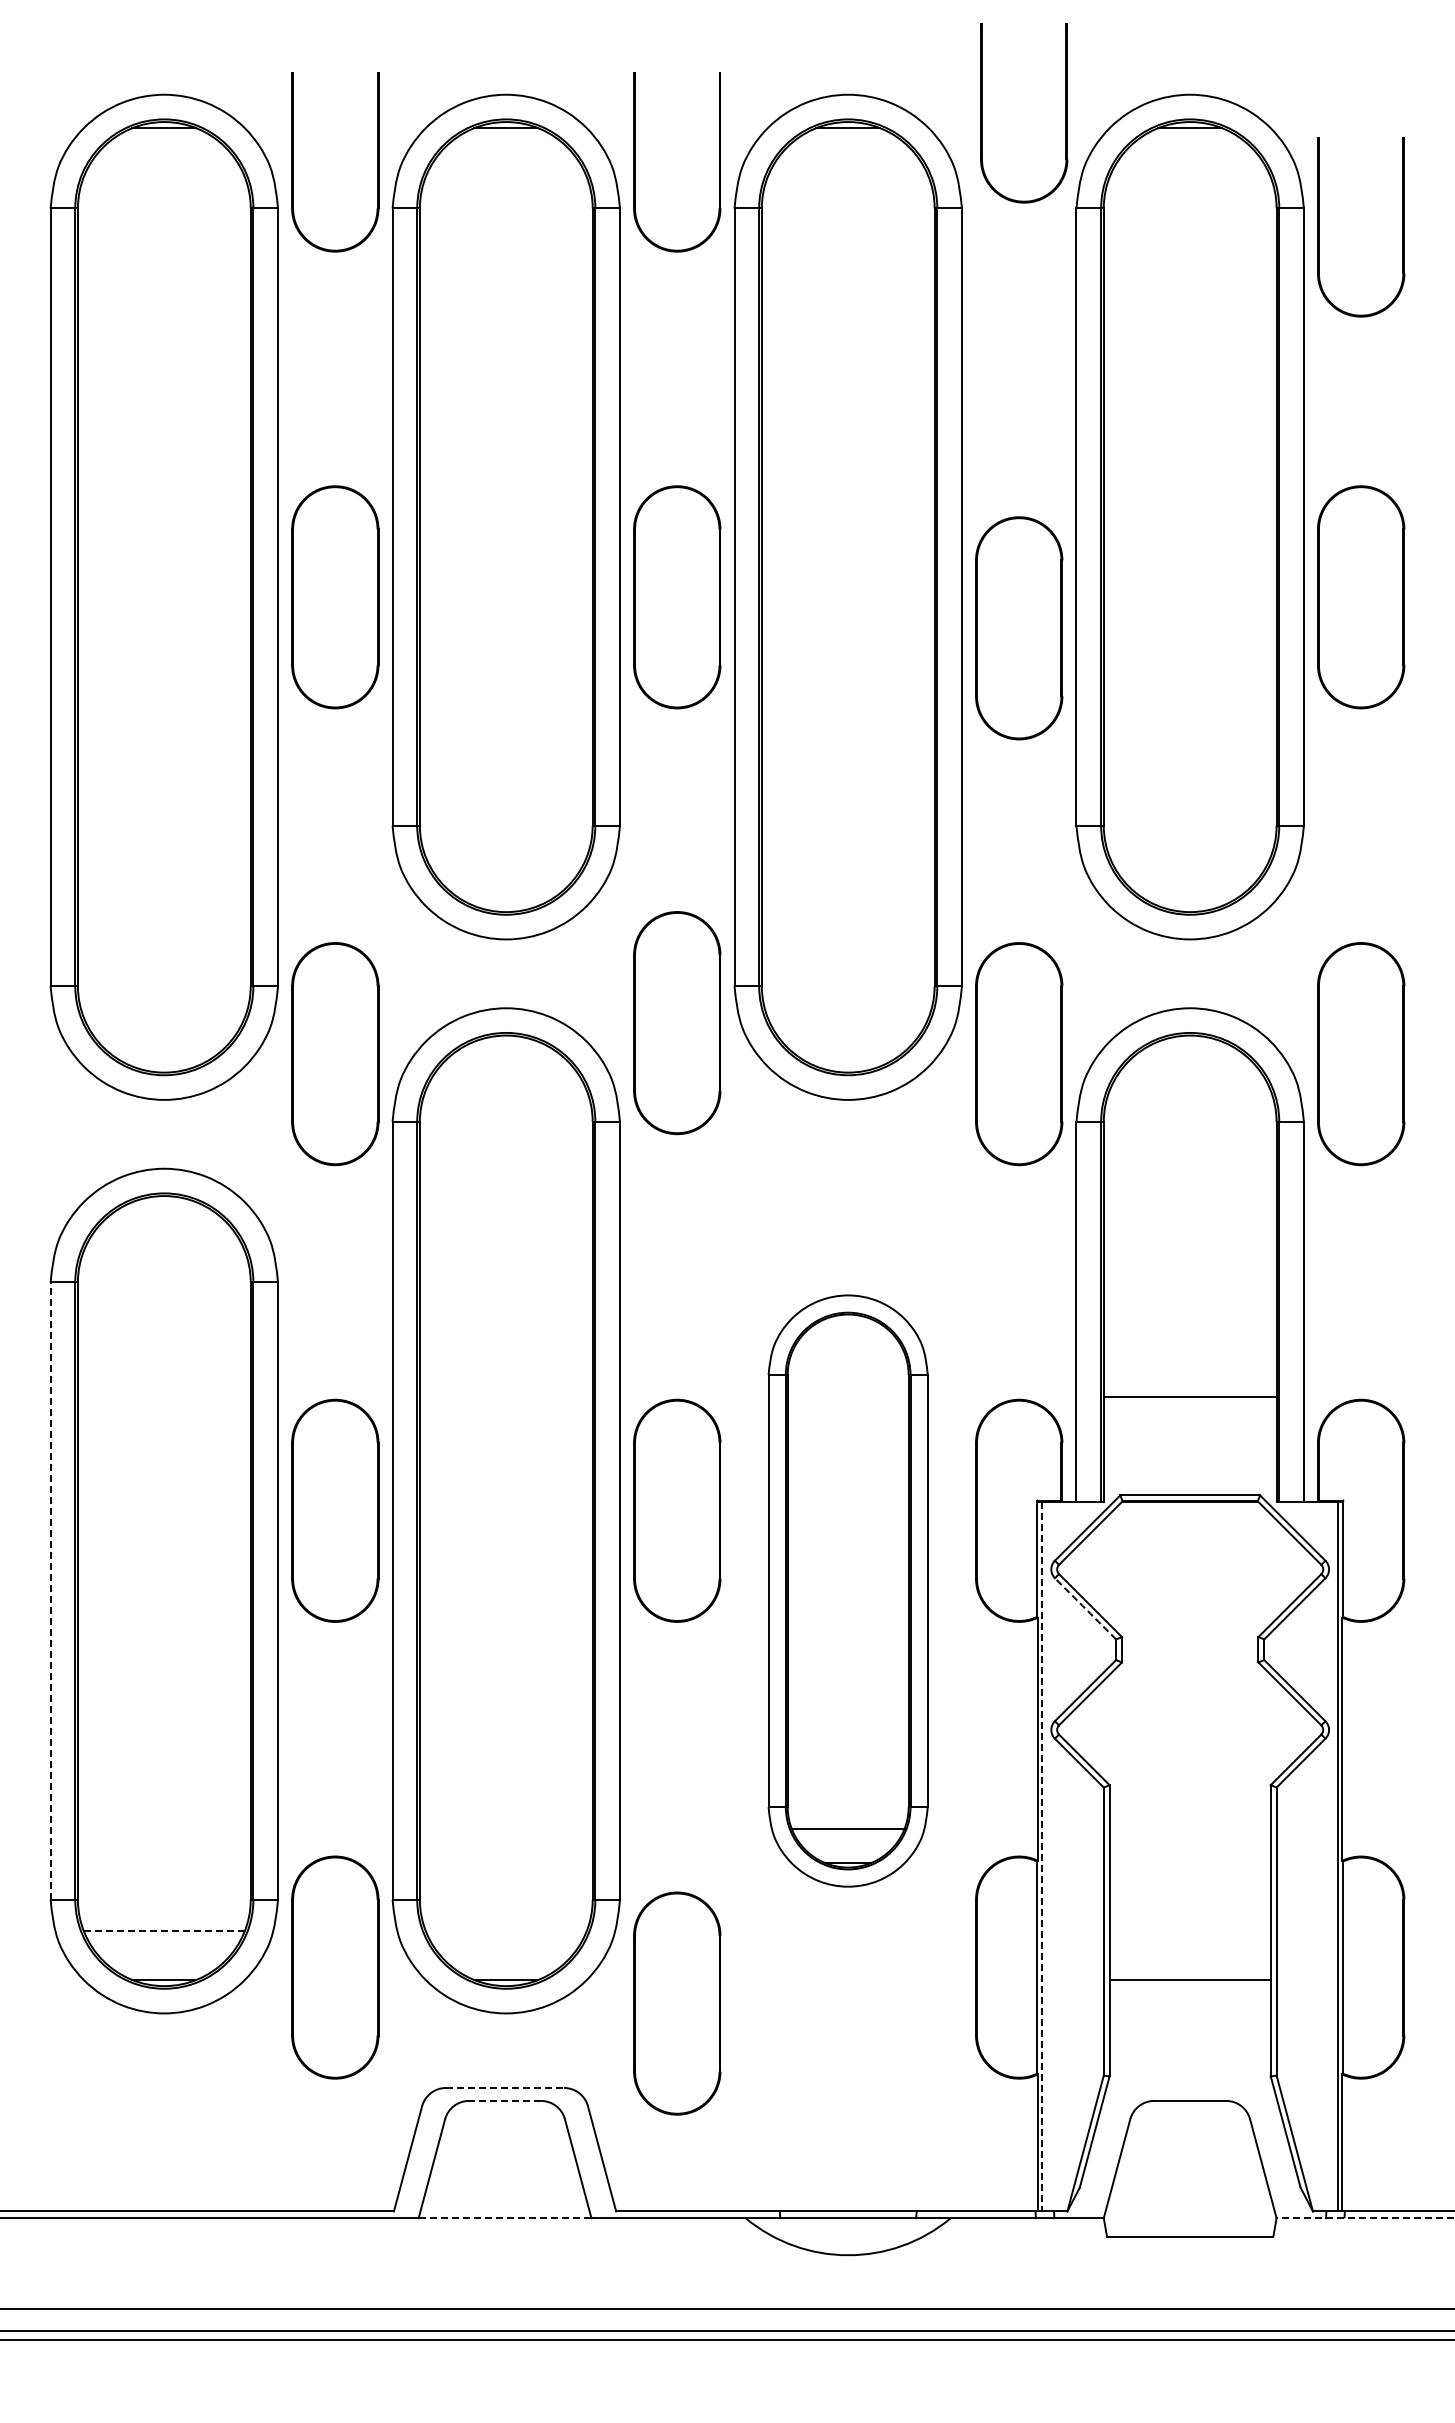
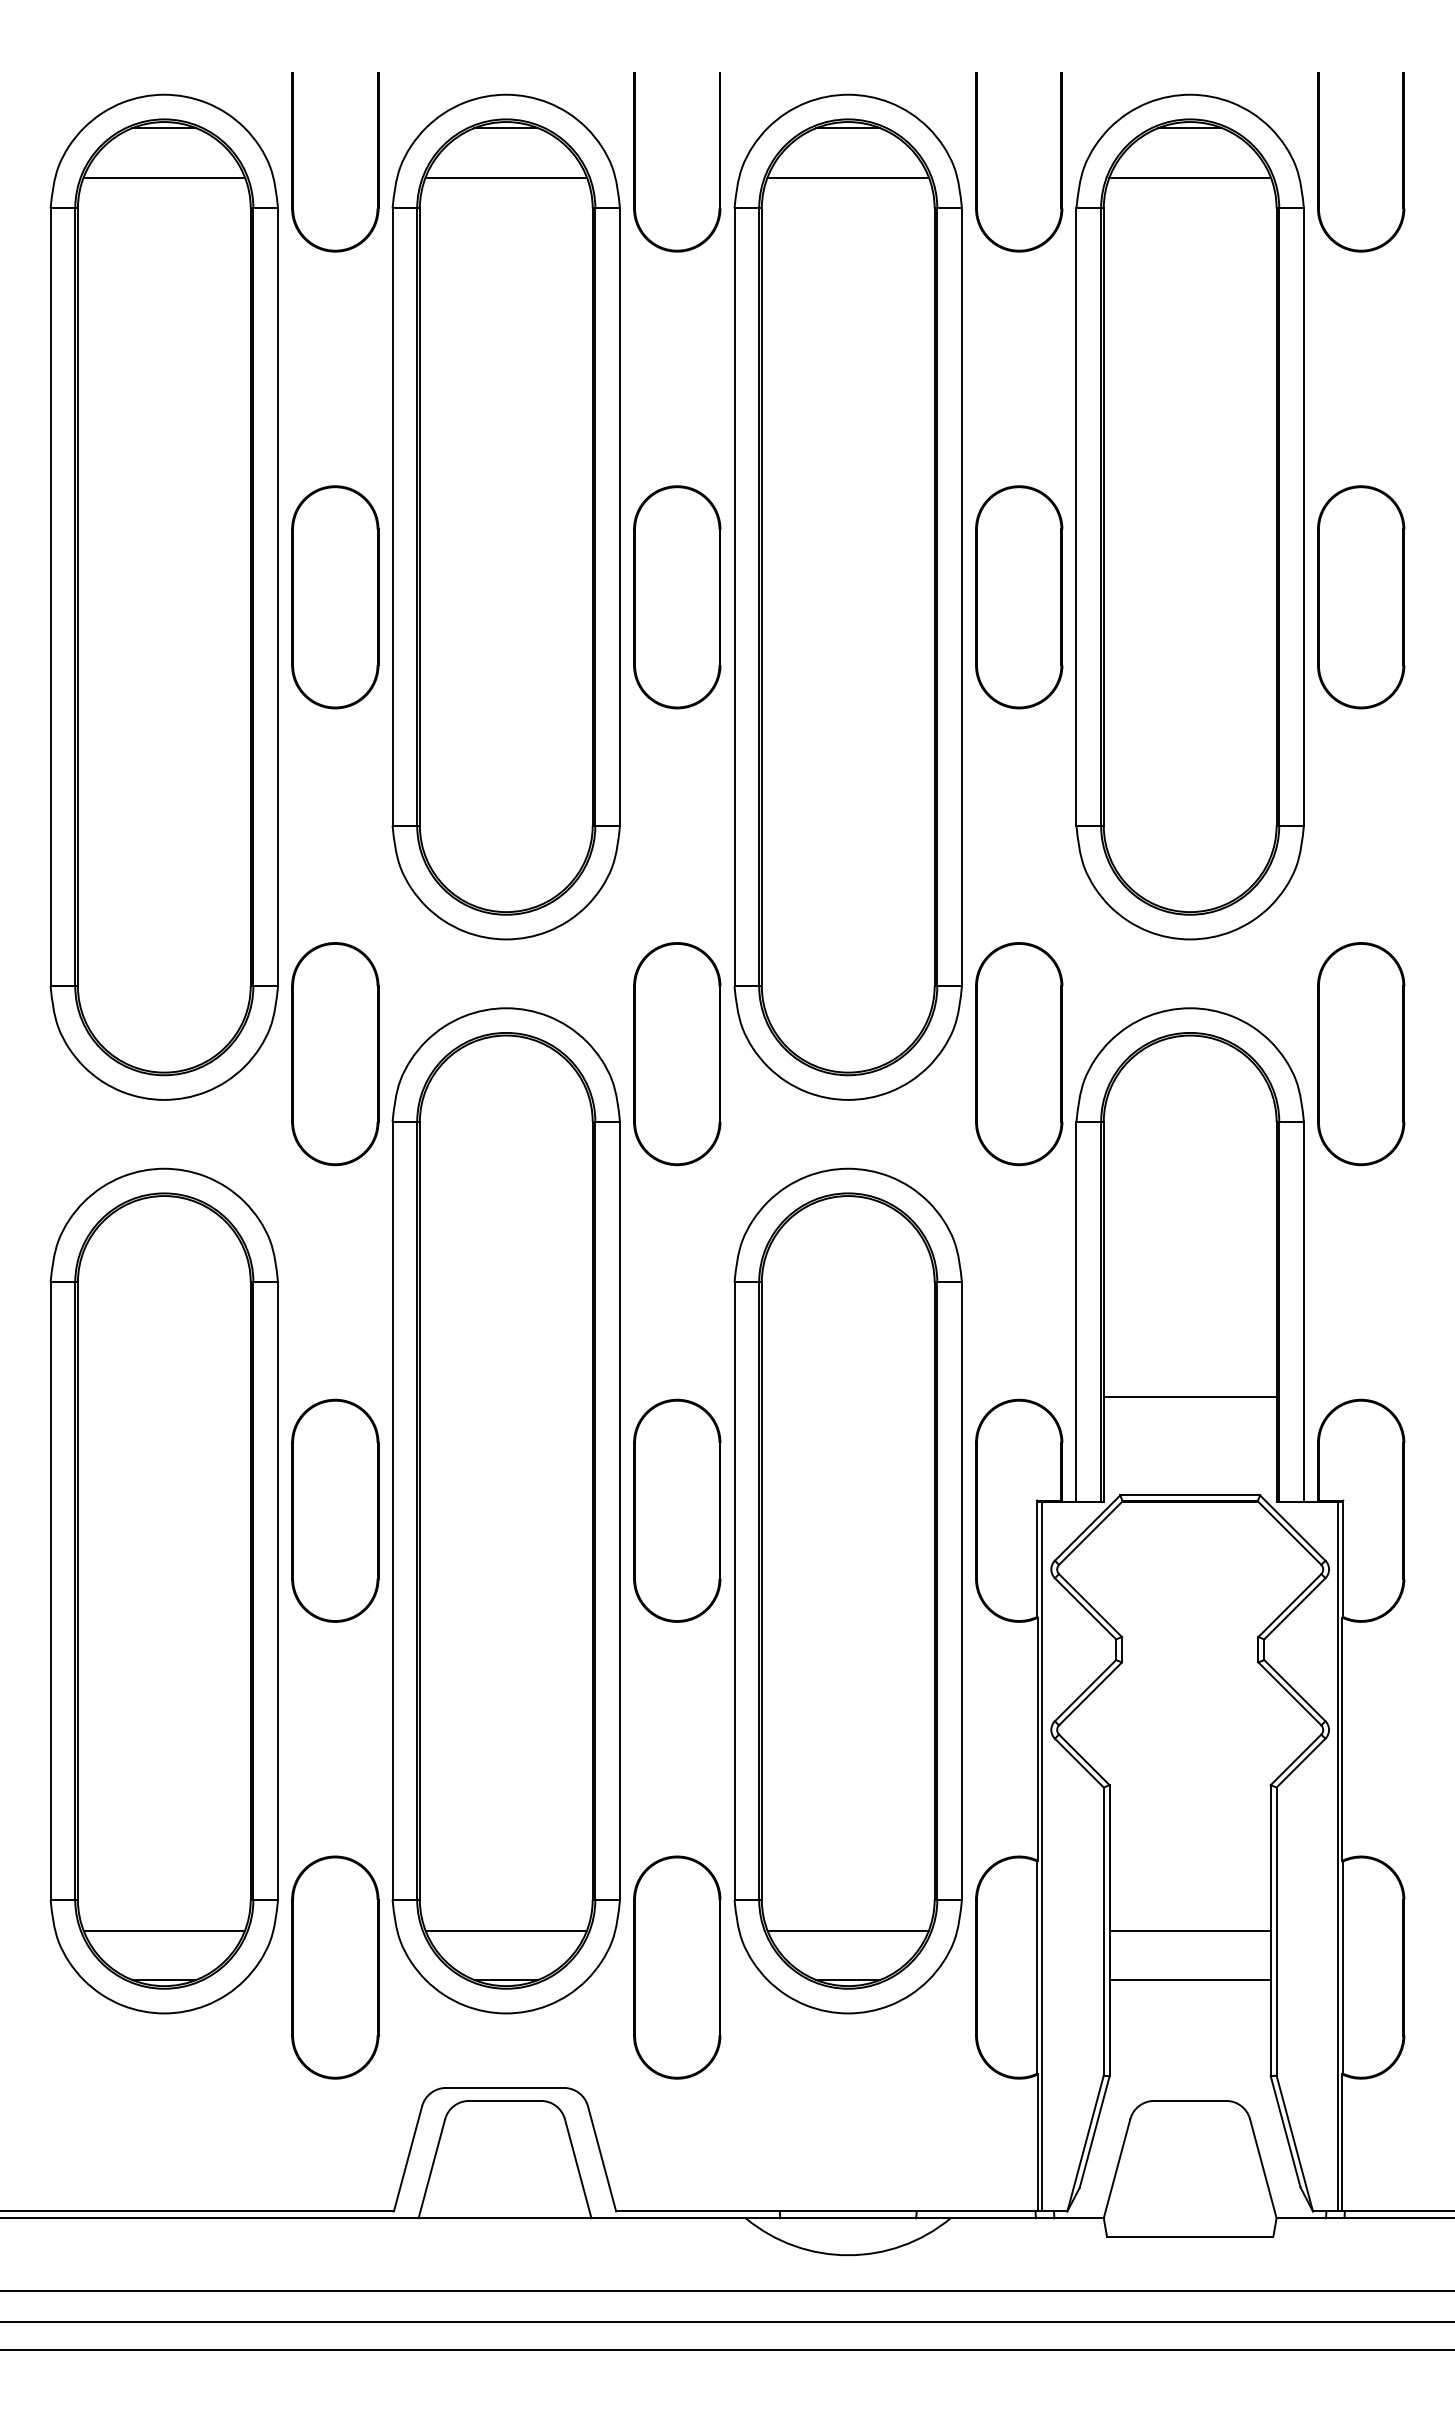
part at (1065, 113) position: (1065, 113) -> (1060, 162)
line at (164, 177): none -> present
line at (506, 177): none -> present
line at (847, 177): none -> present
line at (1189, 177): none -> present
part at (1402, 227) position: (1402, 227) -> (1402, 162)
part at (1019, 628) position: (1019, 628) -> (1019, 597)
part at (677, 1023) position: (677, 1023) -> (677, 1054)
part at (847, 1590) size: 162x594 px -> 230x848 px
line at (50, 1591): dashed -> solid
line at (1085, 1608): dashed -> solid
line at (1042, 1856): dashed -> solid
line at (164, 1930): dashed -> solid
line at (506, 1930): none -> present
line at (1189, 1930): none -> present
part at (677, 2003) position: (677, 2003) -> (677, 1967)
line at (505, 2087): dashed -> solid
line at (504, 2100): dashed -> solid
line at (504, 2218): dashed -> solid
line at (1365, 2218): dashed -> solid
line at (726, 2309) position: (726, 2309) -> (726, 2291)
line at (726, 2331) position: (726, 2331) -> (726, 2350)
line at (726, 2339) position: (726, 2339) -> (726, 2321)
